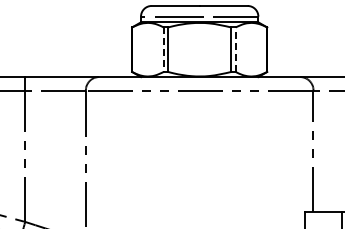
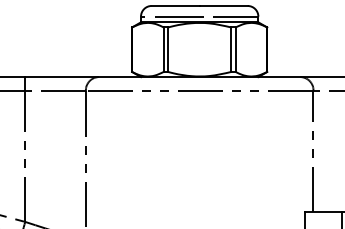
line at (235, 49): dashed -> solid
line at (163, 50): dashed -> solid
